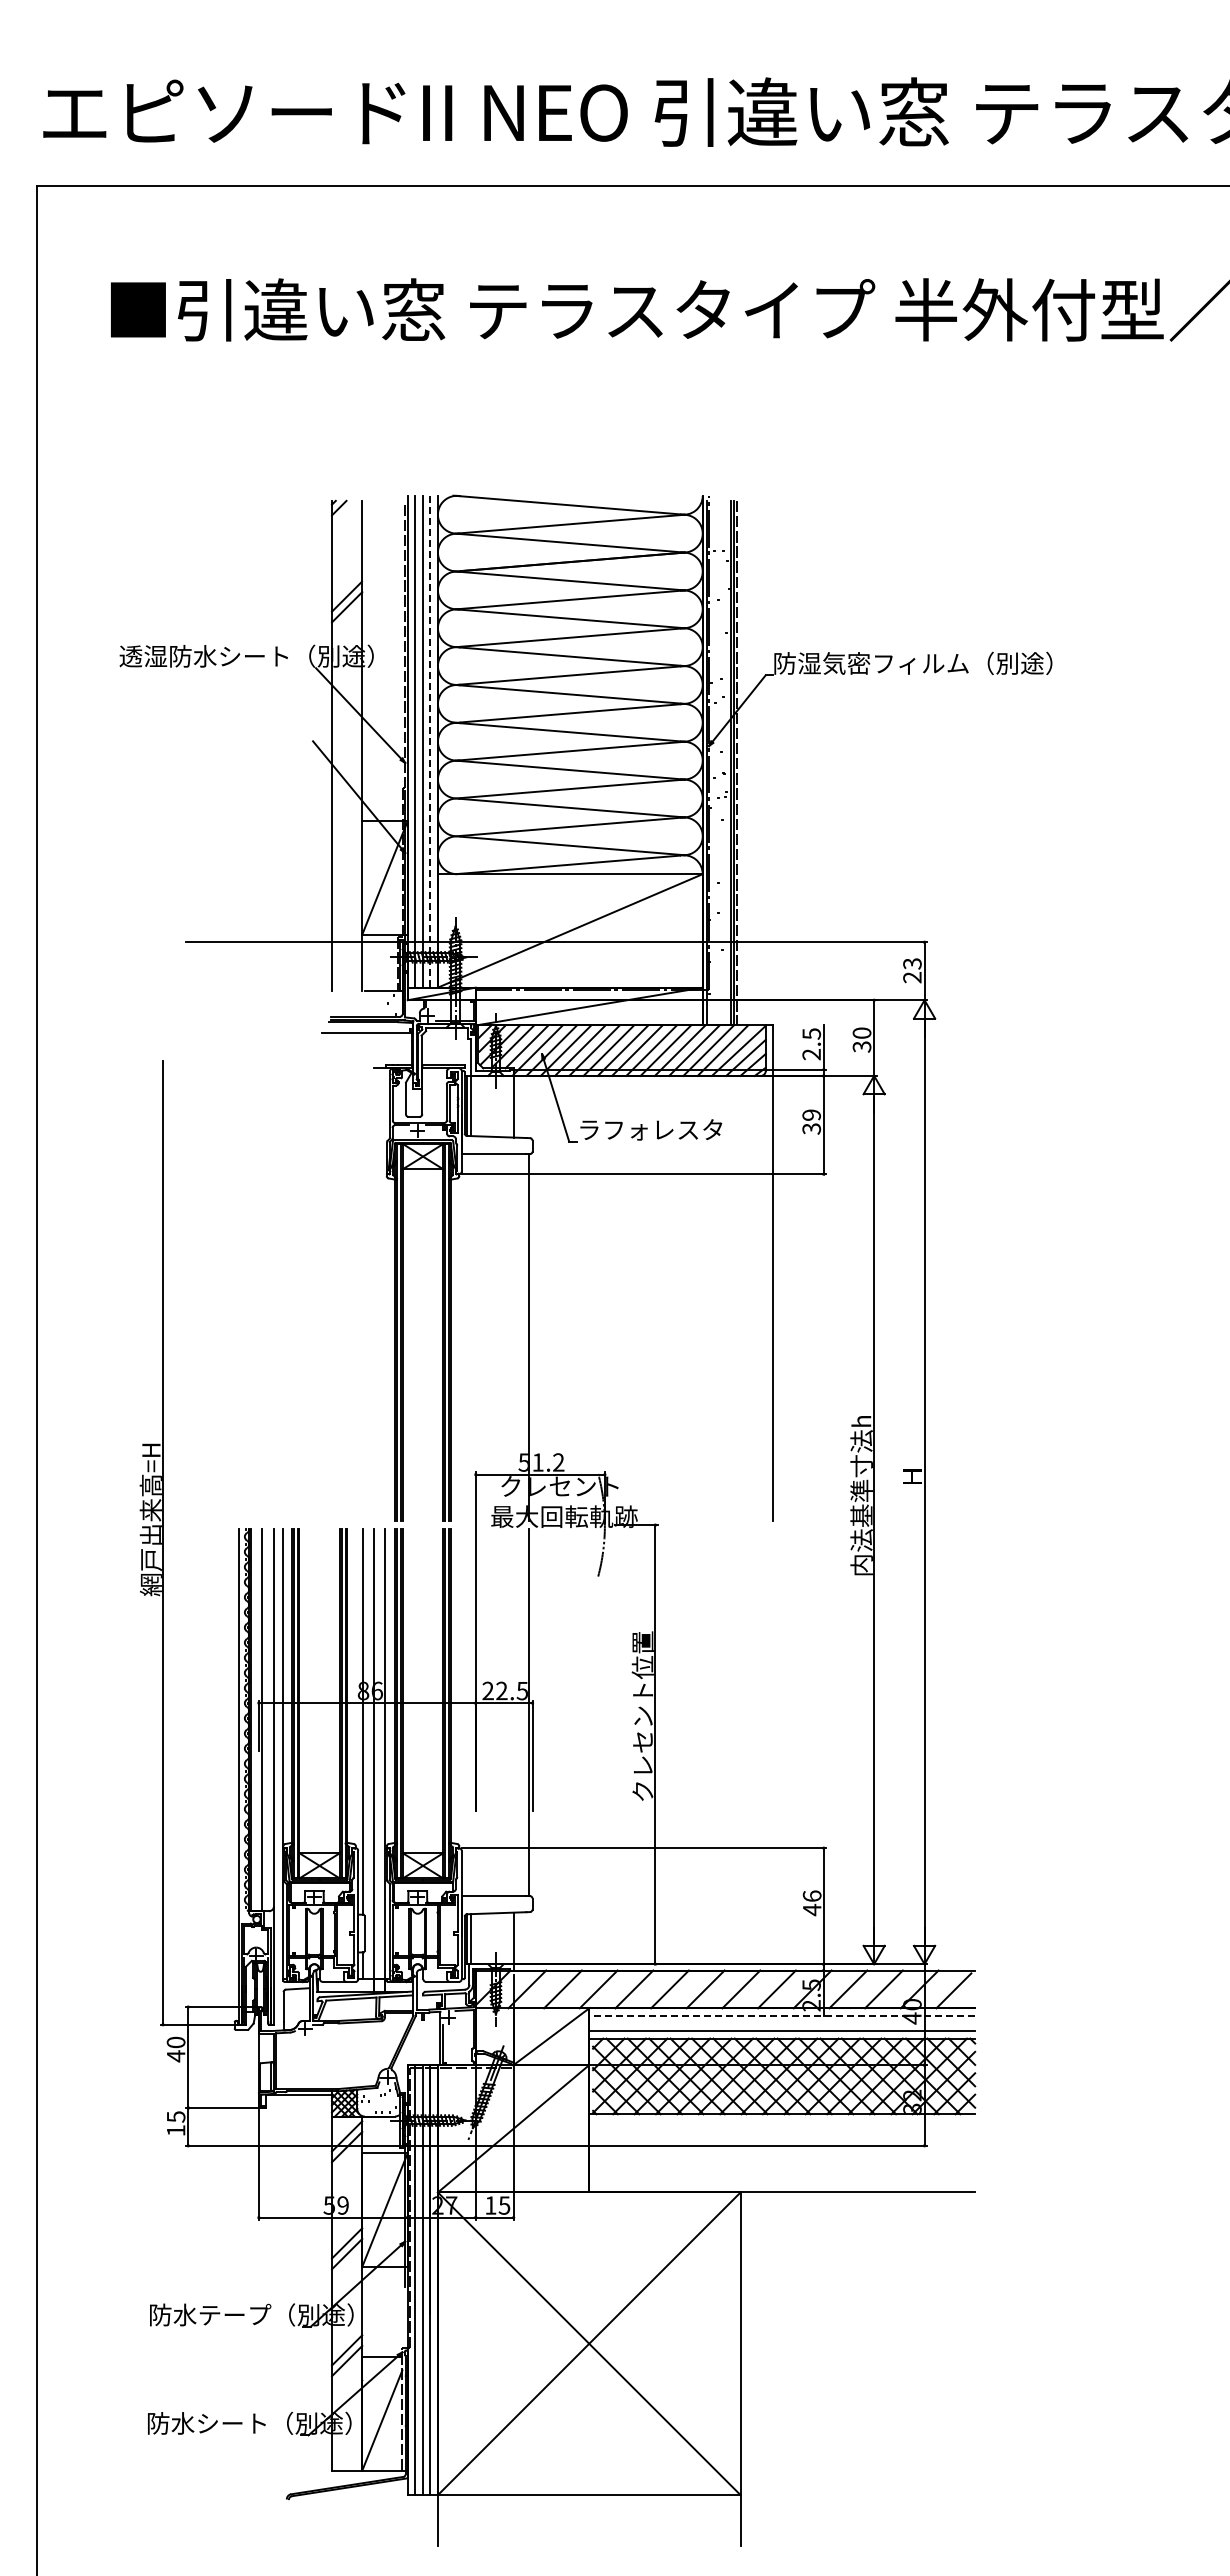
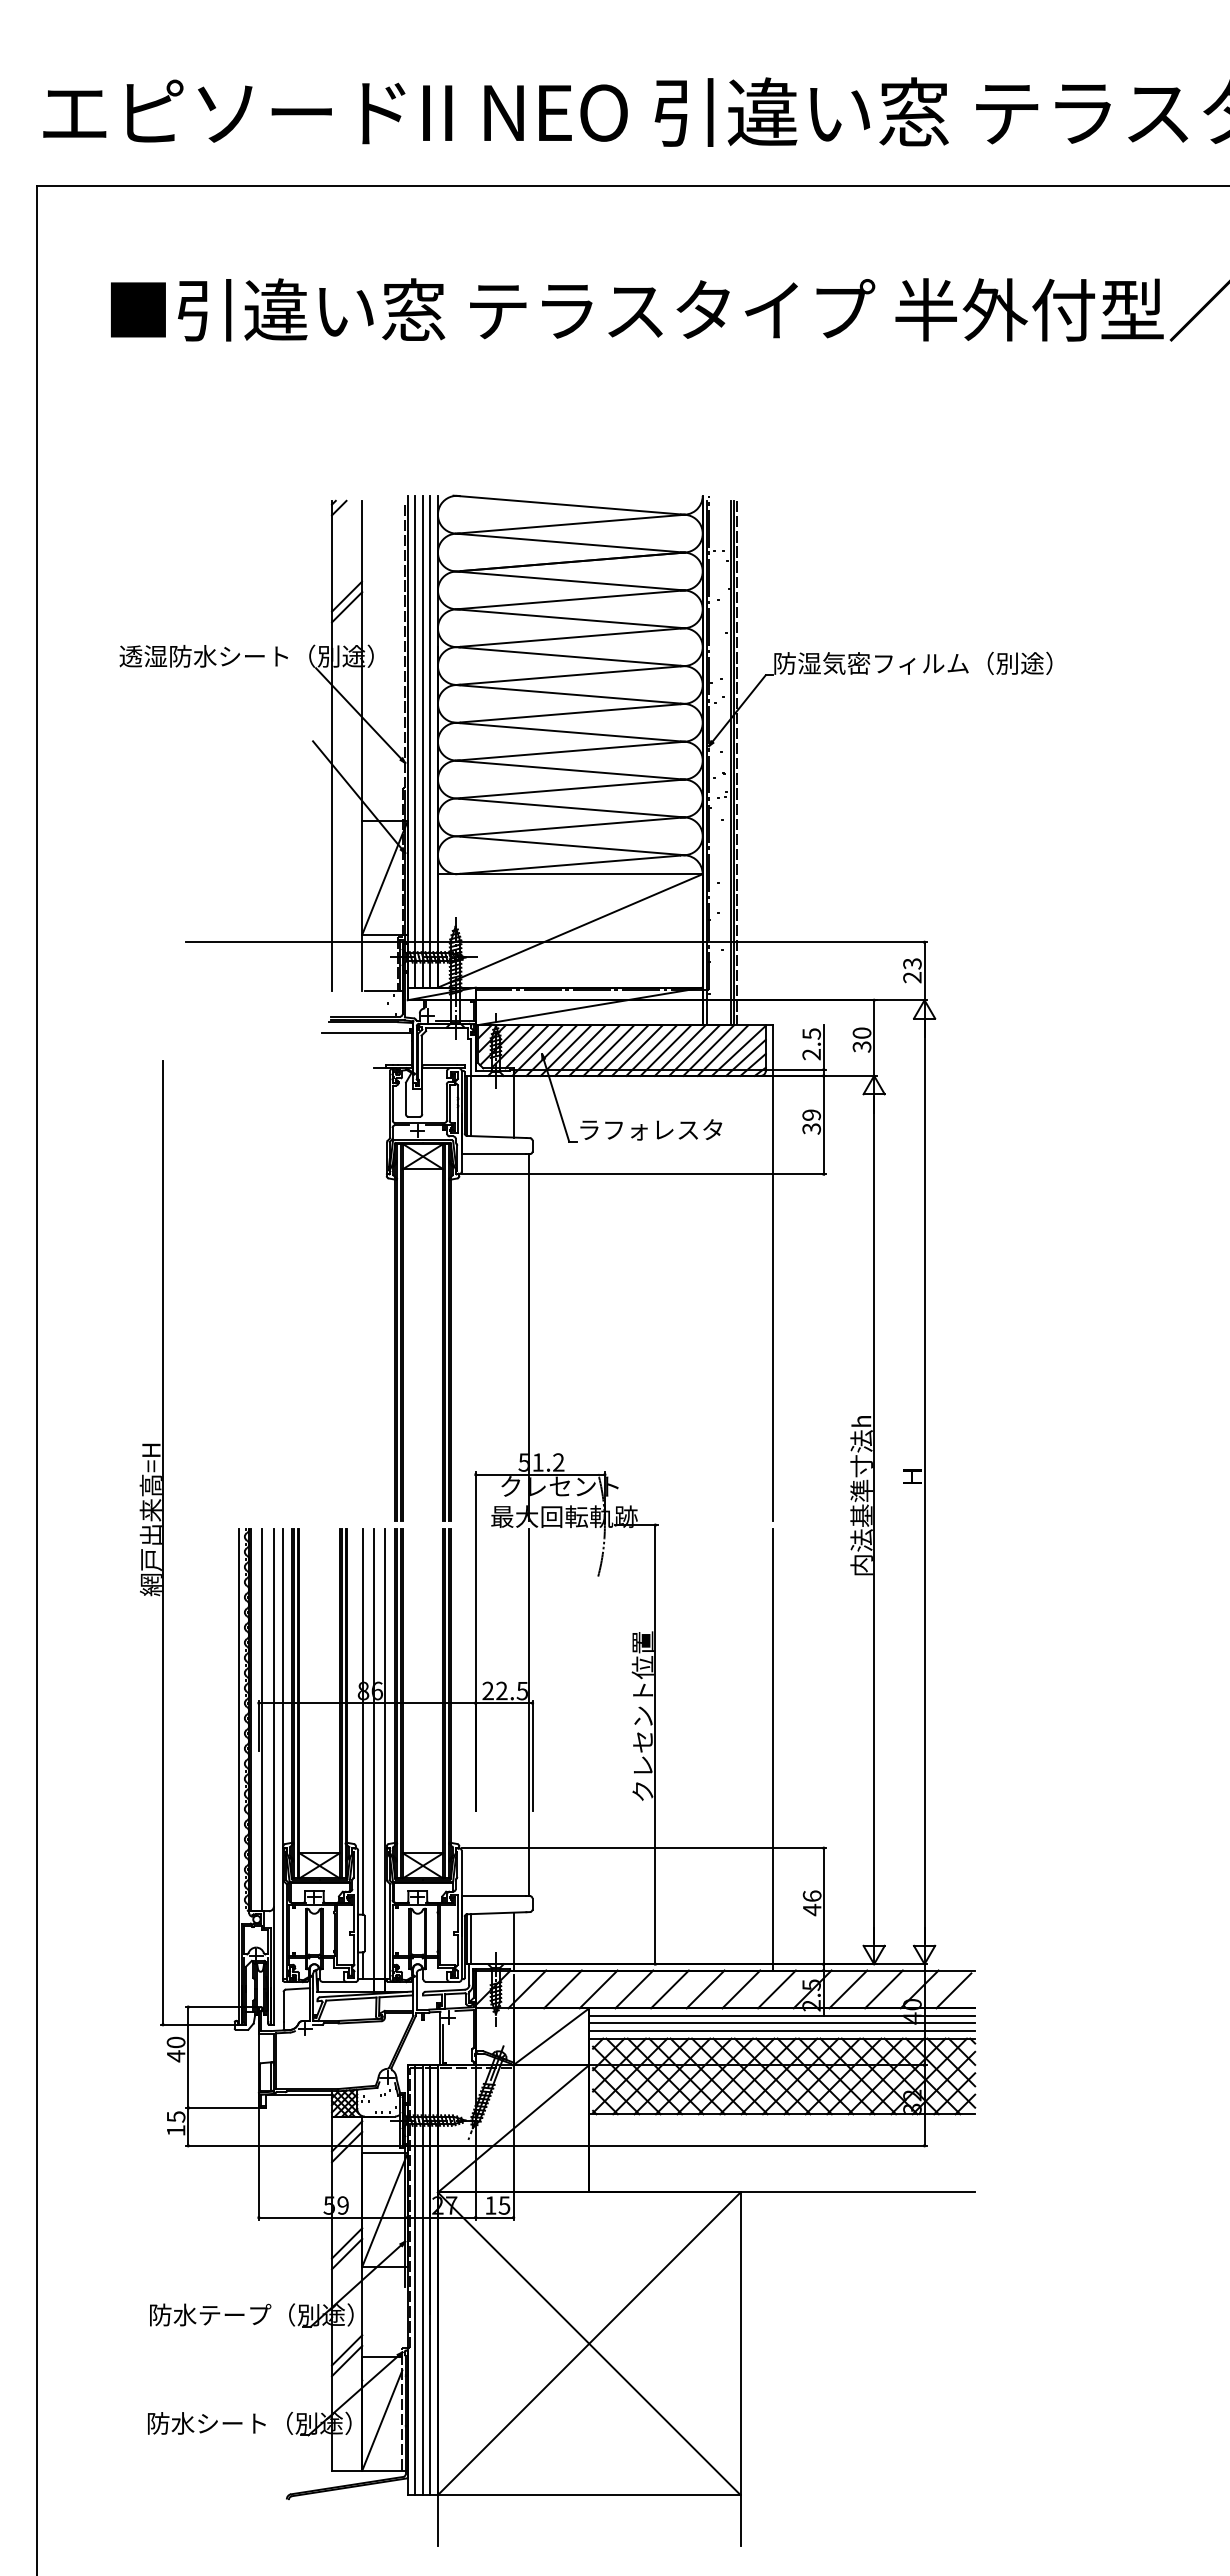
line at (430, 741): dashed -> solid
line at (773, 1749): none -> present
line at (782, 2015): dashed -> solid
line at (782, 2023): none -> present
